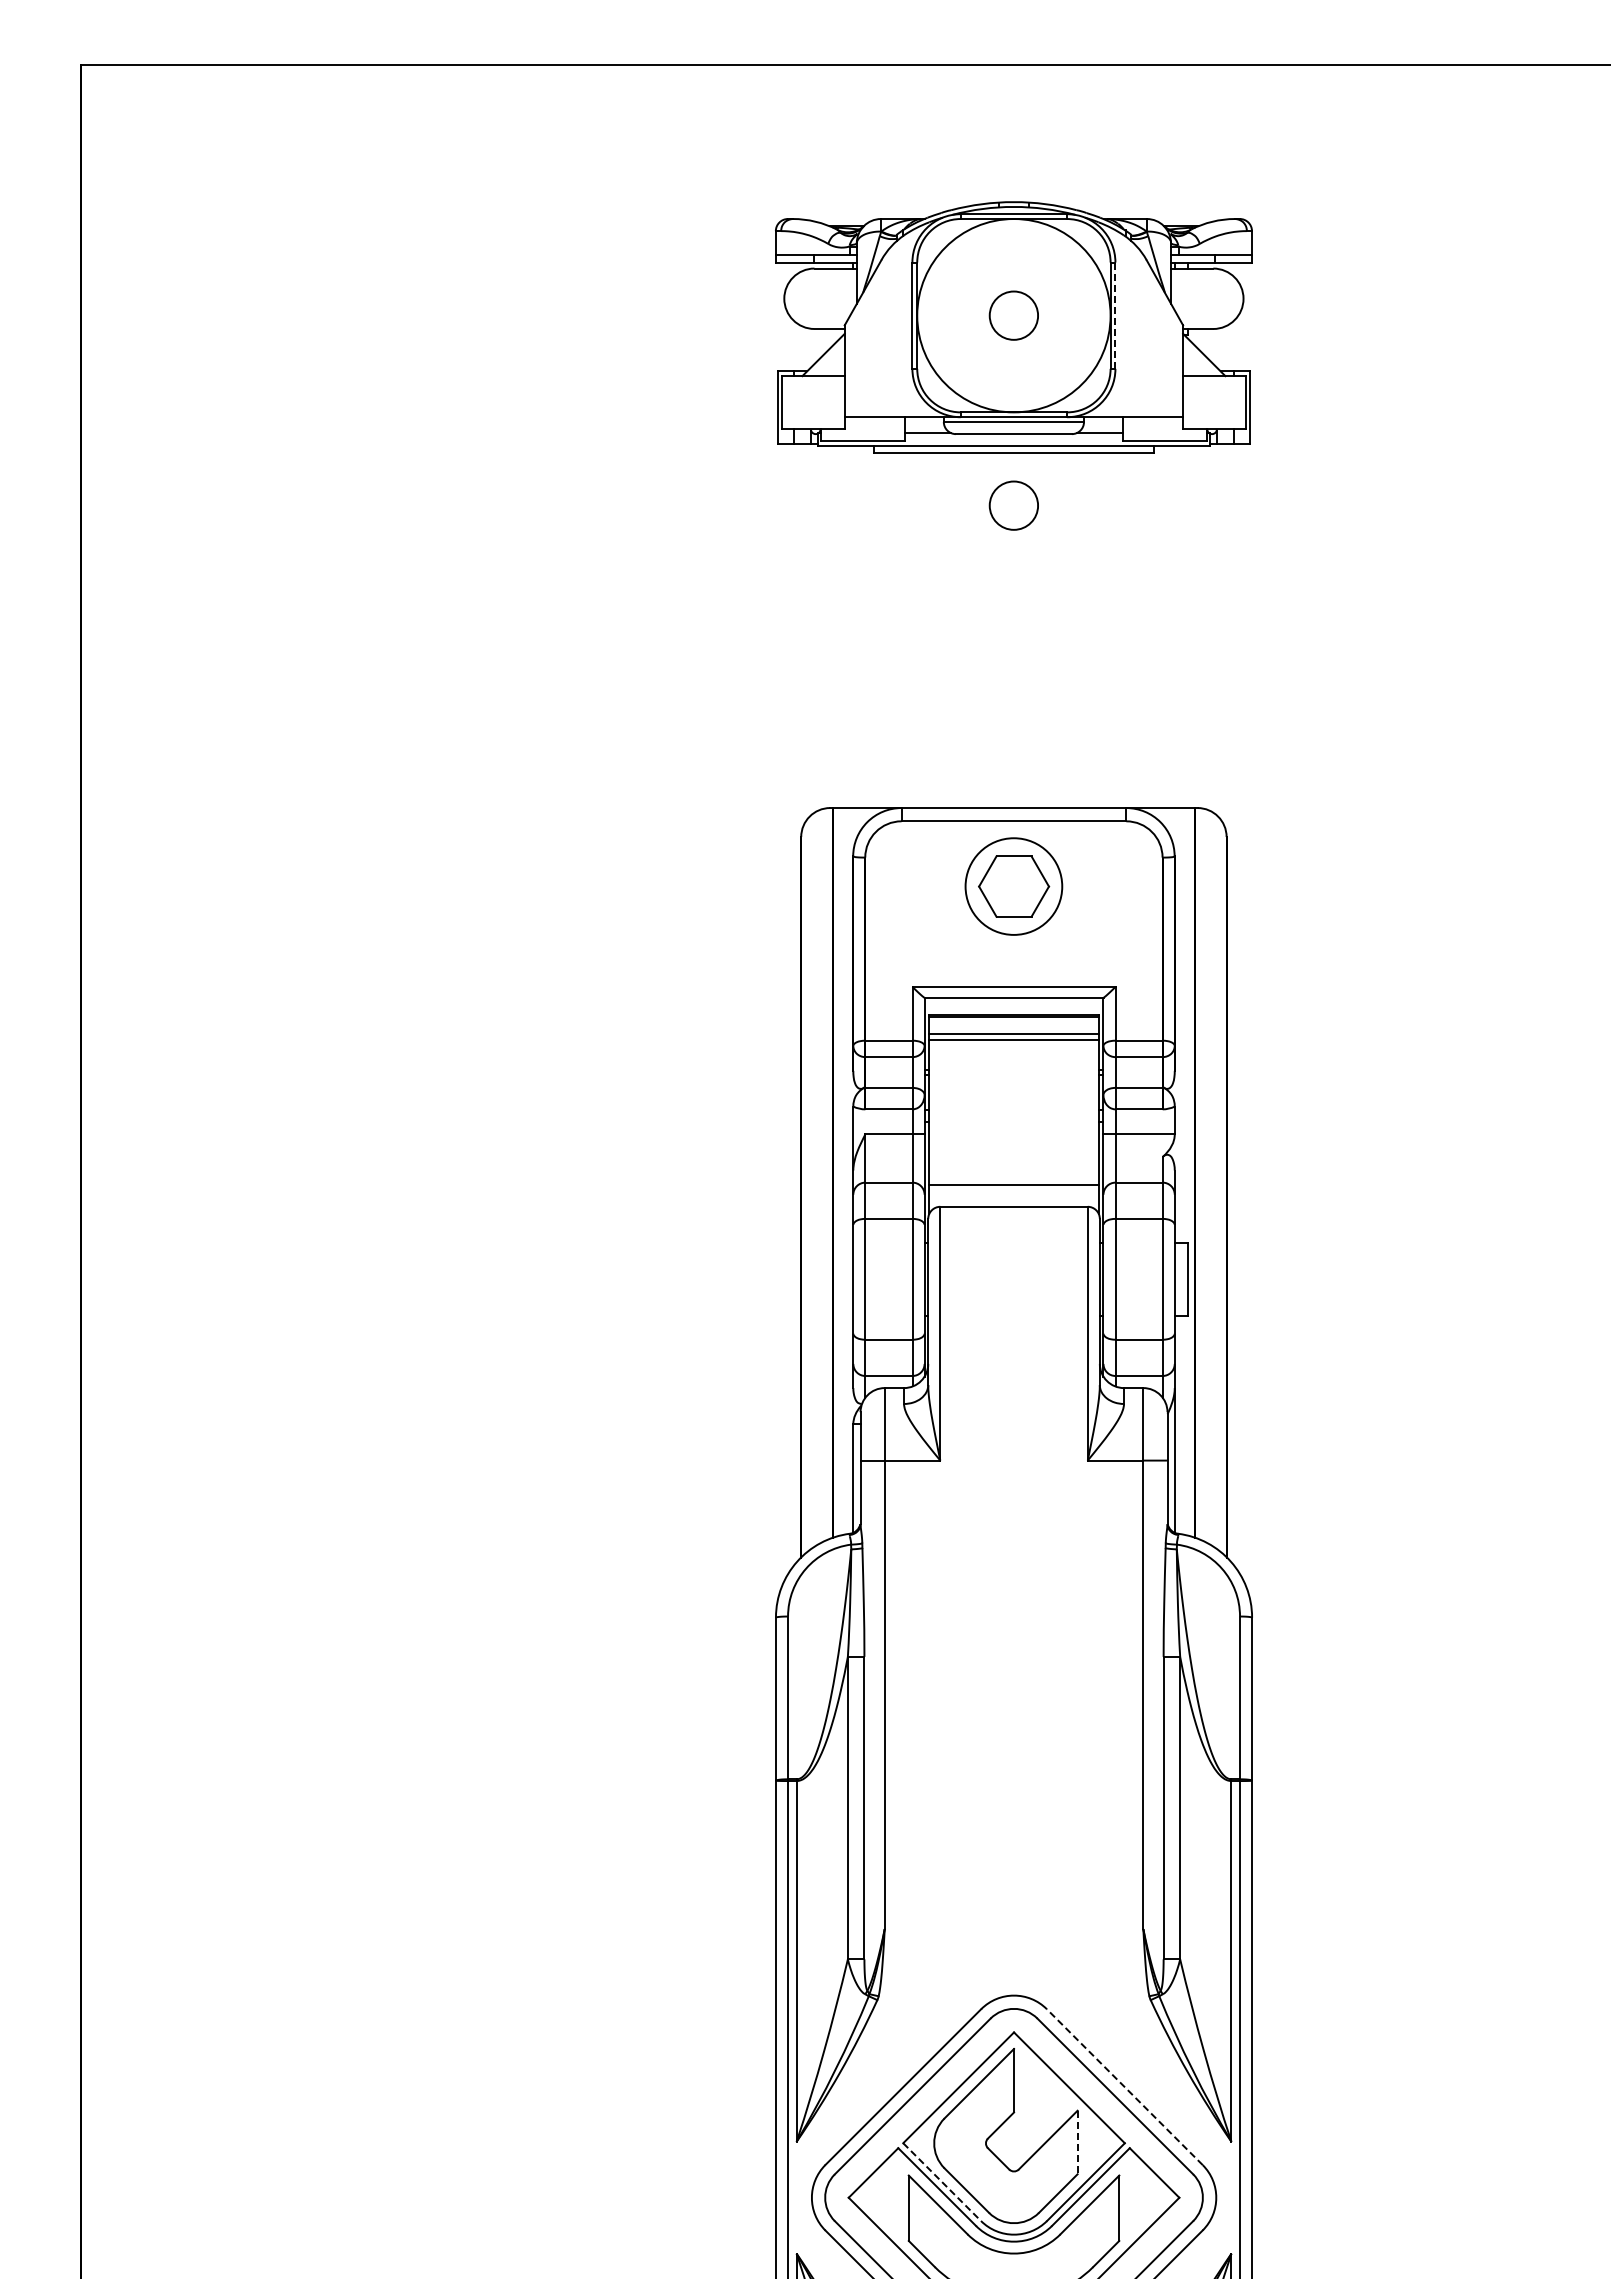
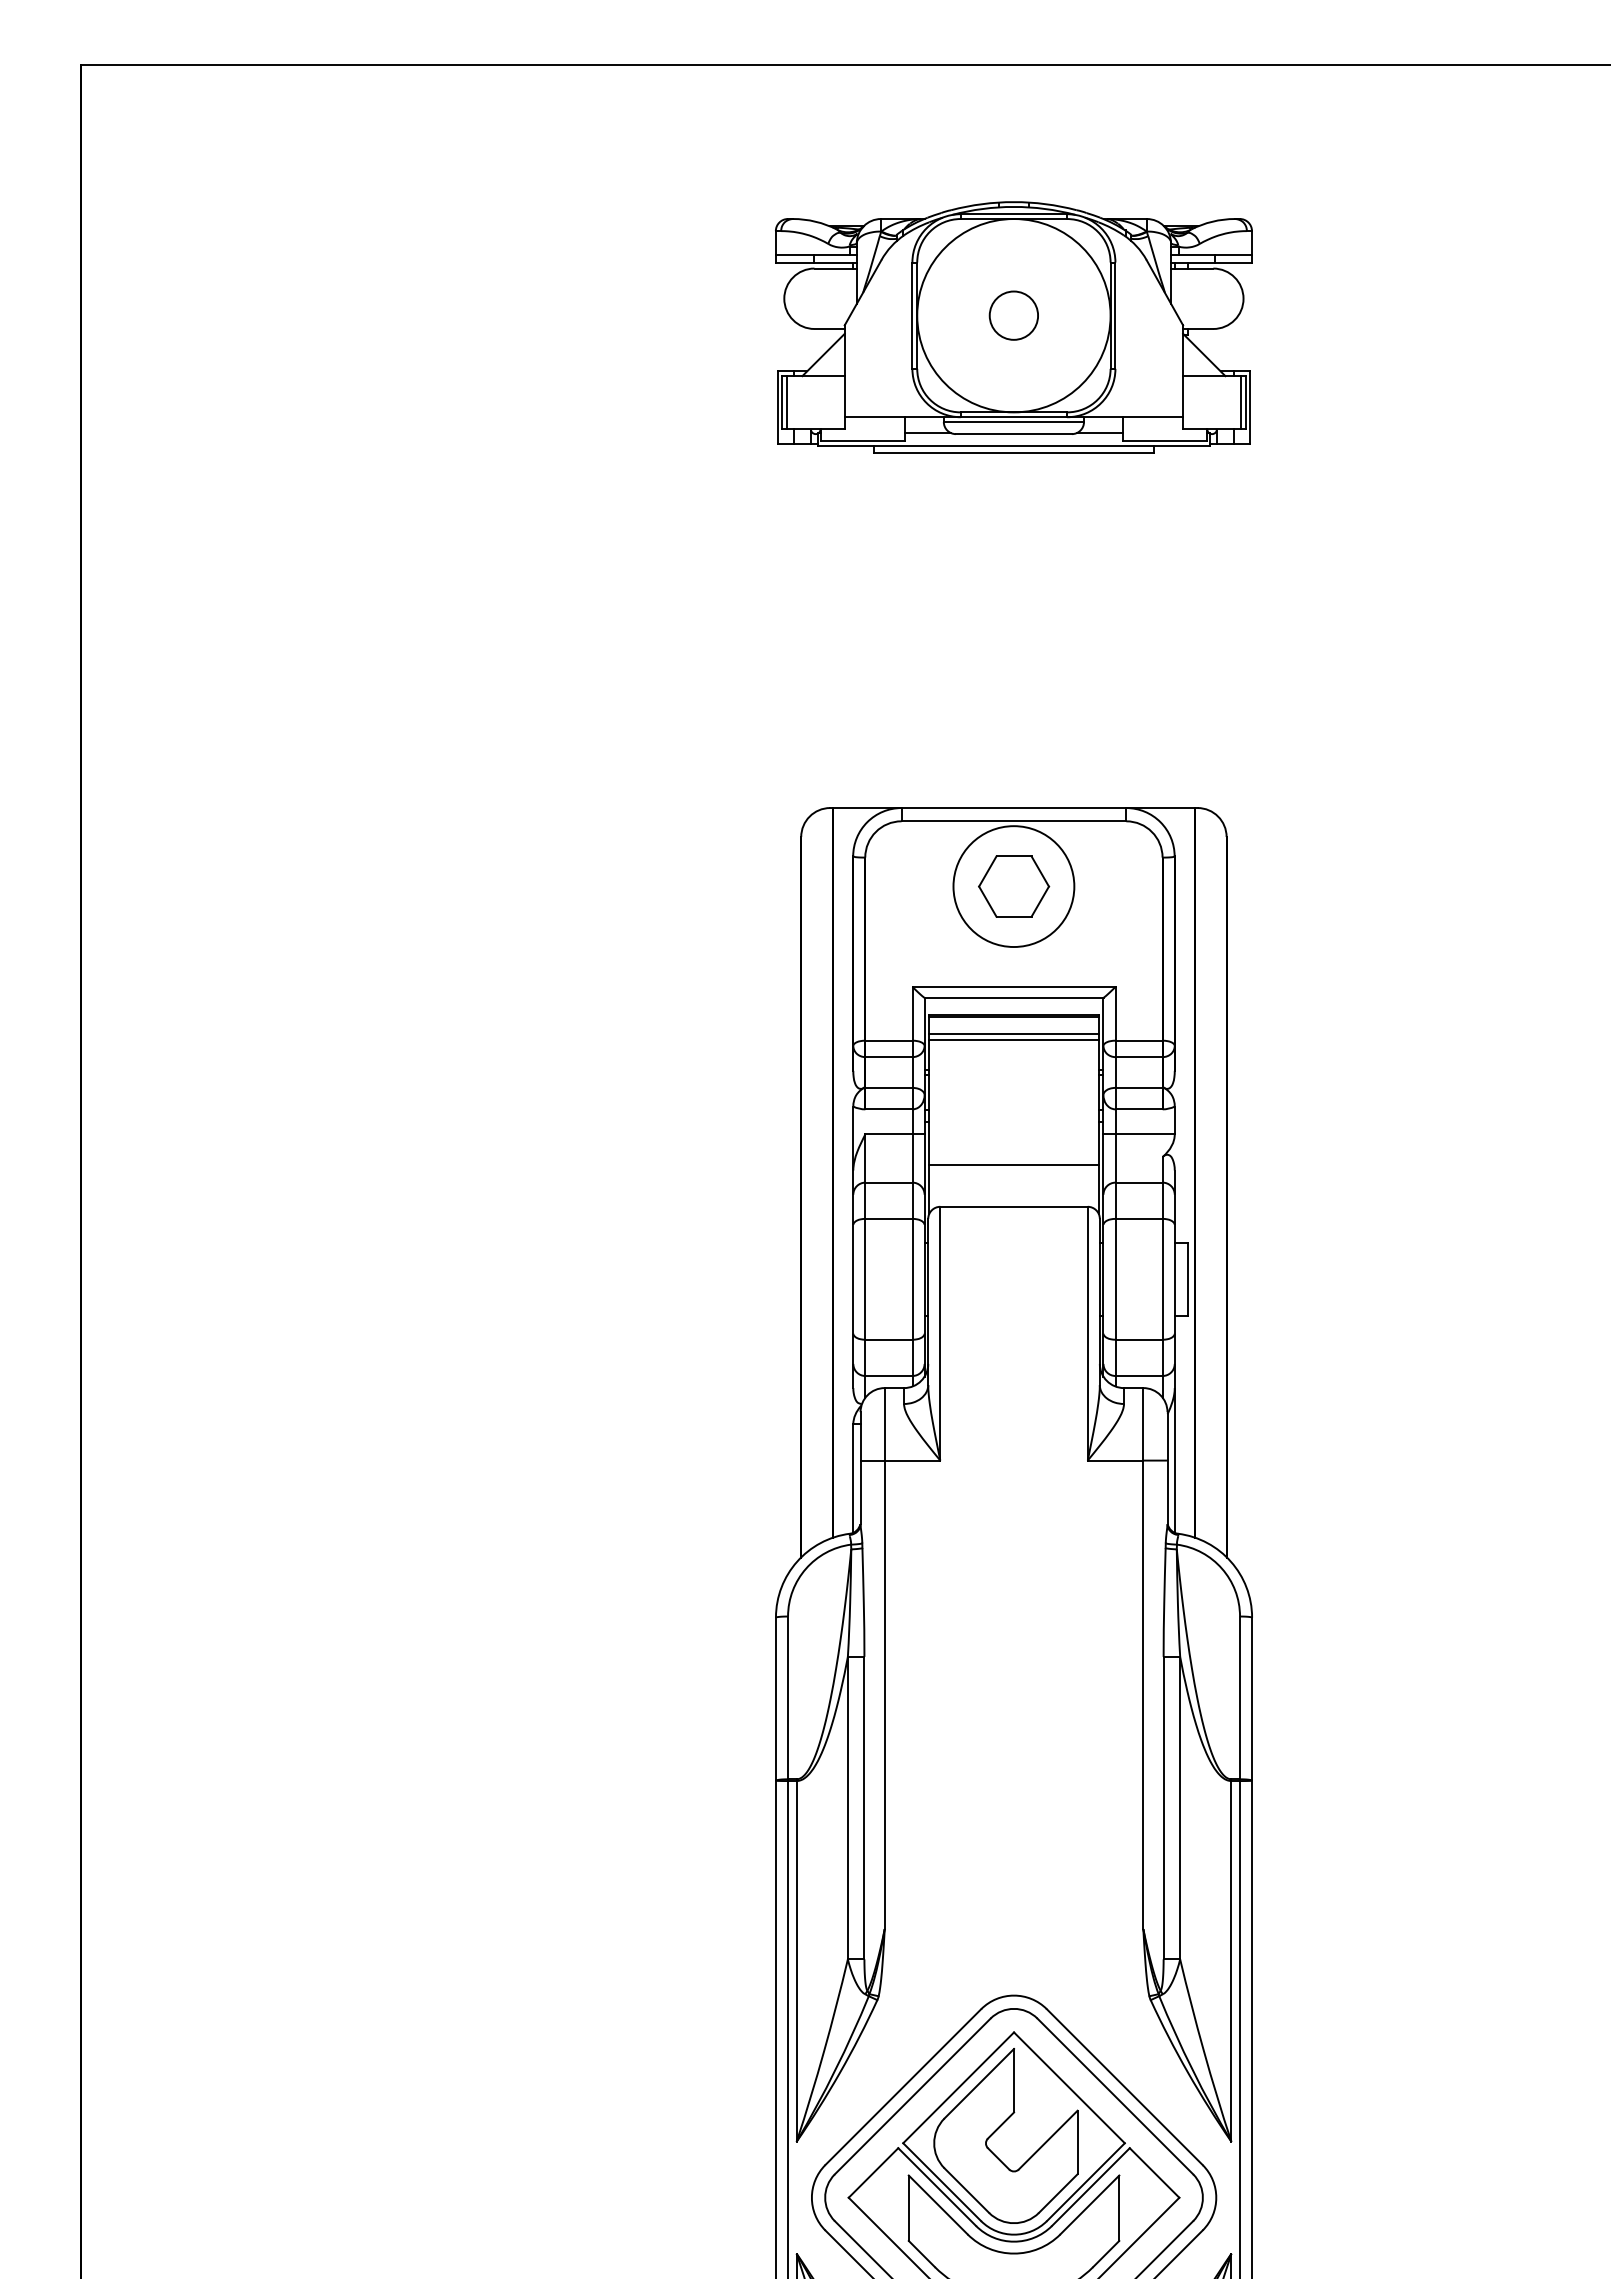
line at (1115, 315): dashed -> solid
line at (786, 402): none -> present
line at (1241, 402): none -> present
circle at (1013, 505): present -> none
circle at (1013, 886) diameter: 97 px -> 121 px
line at (1013, 1184) position: (1013, 1184) -> (1013, 1164)
line at (1124, 2086): dashed -> solid
line at (1077, 2142): dashed -> solid
line at (942, 2182): dashed -> solid
